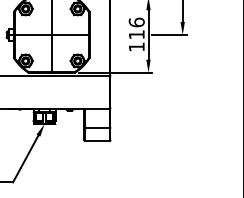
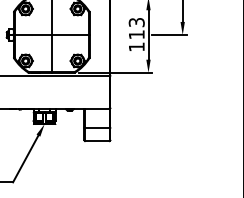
text at (136, 22): 116 -> 113
